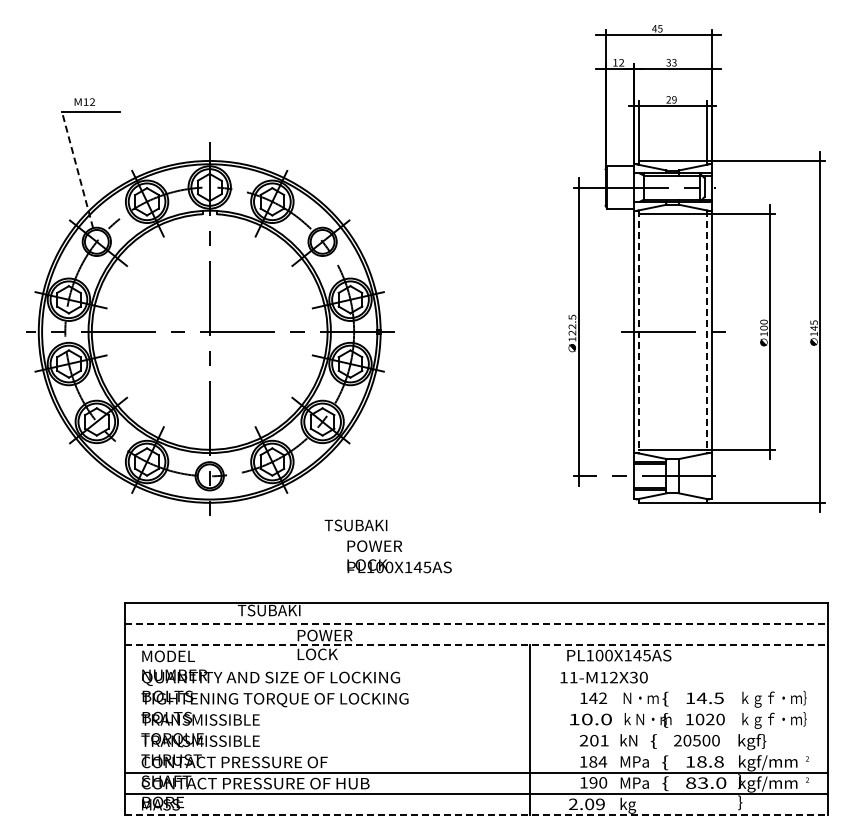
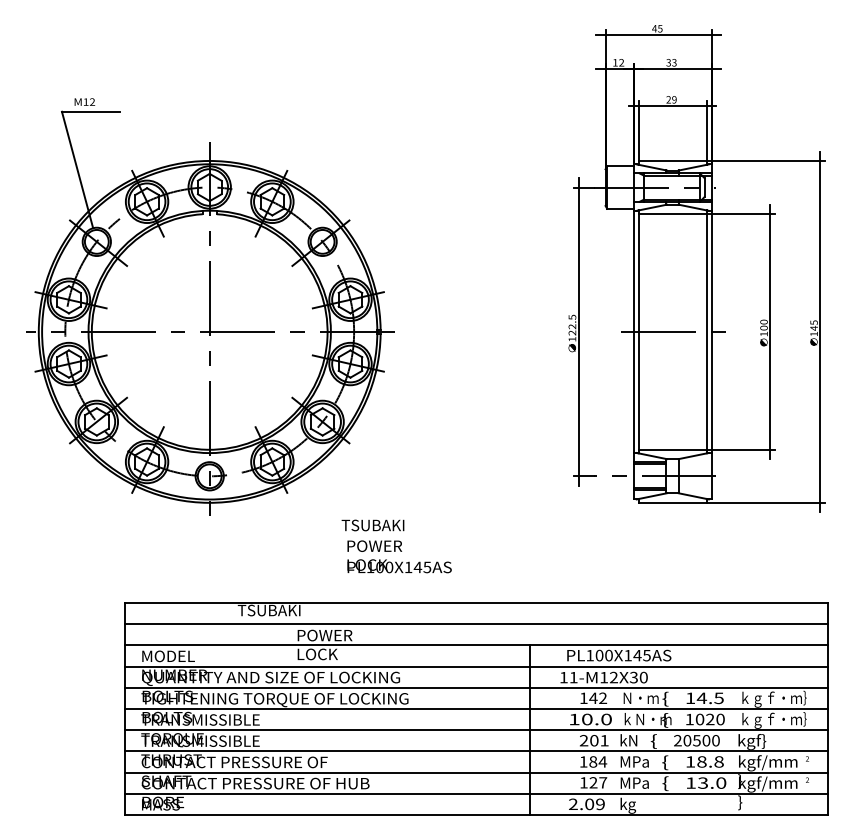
line at (77, 169): dashed -> solid
line at (638, 332): dashed -> solid
line at (706, 332): dashed -> solid
text at (355, 525) position: (355, 525) -> (372, 525)
line at (476, 624): dashed -> solid
line at (476, 645): dashed -> solid
line at (476, 666): none -> present
line at (476, 687): none -> present
line at (476, 708): none -> present
line at (476, 730): none -> present
line at (476, 751): none -> present
text at (598, 782): 190 -> 127
text at (691, 782): 83.0 -> 13.0
line at (476, 814): dashed -> solid
